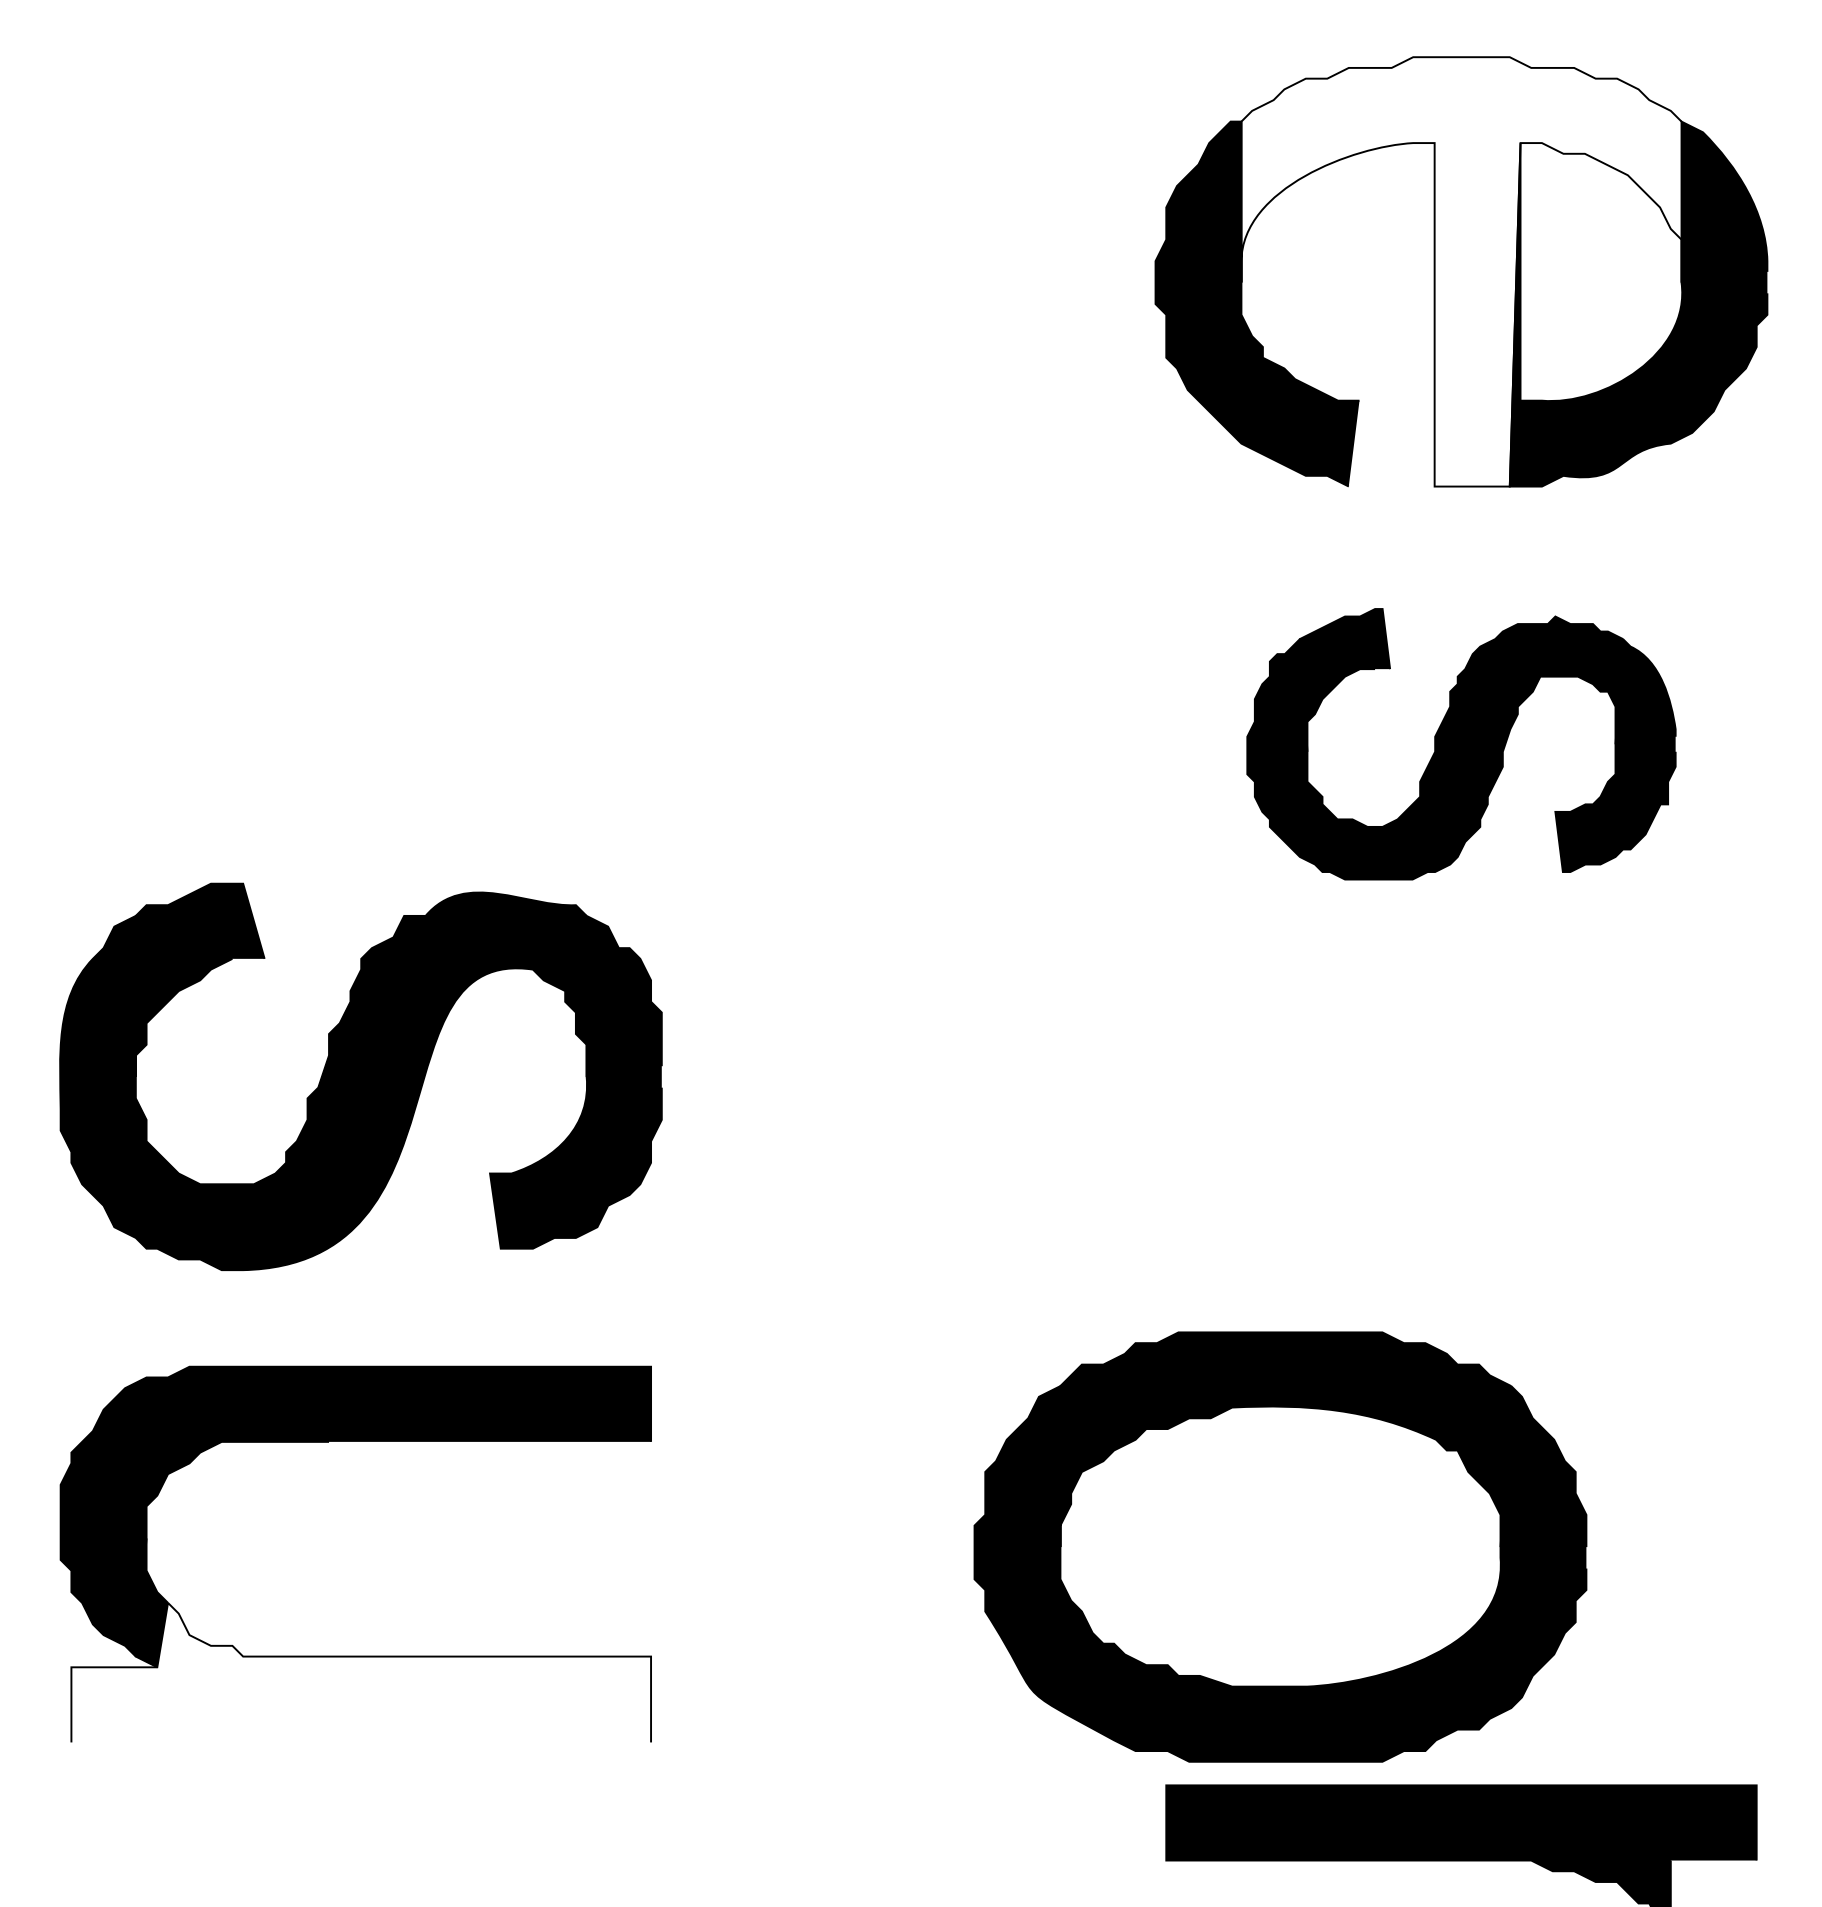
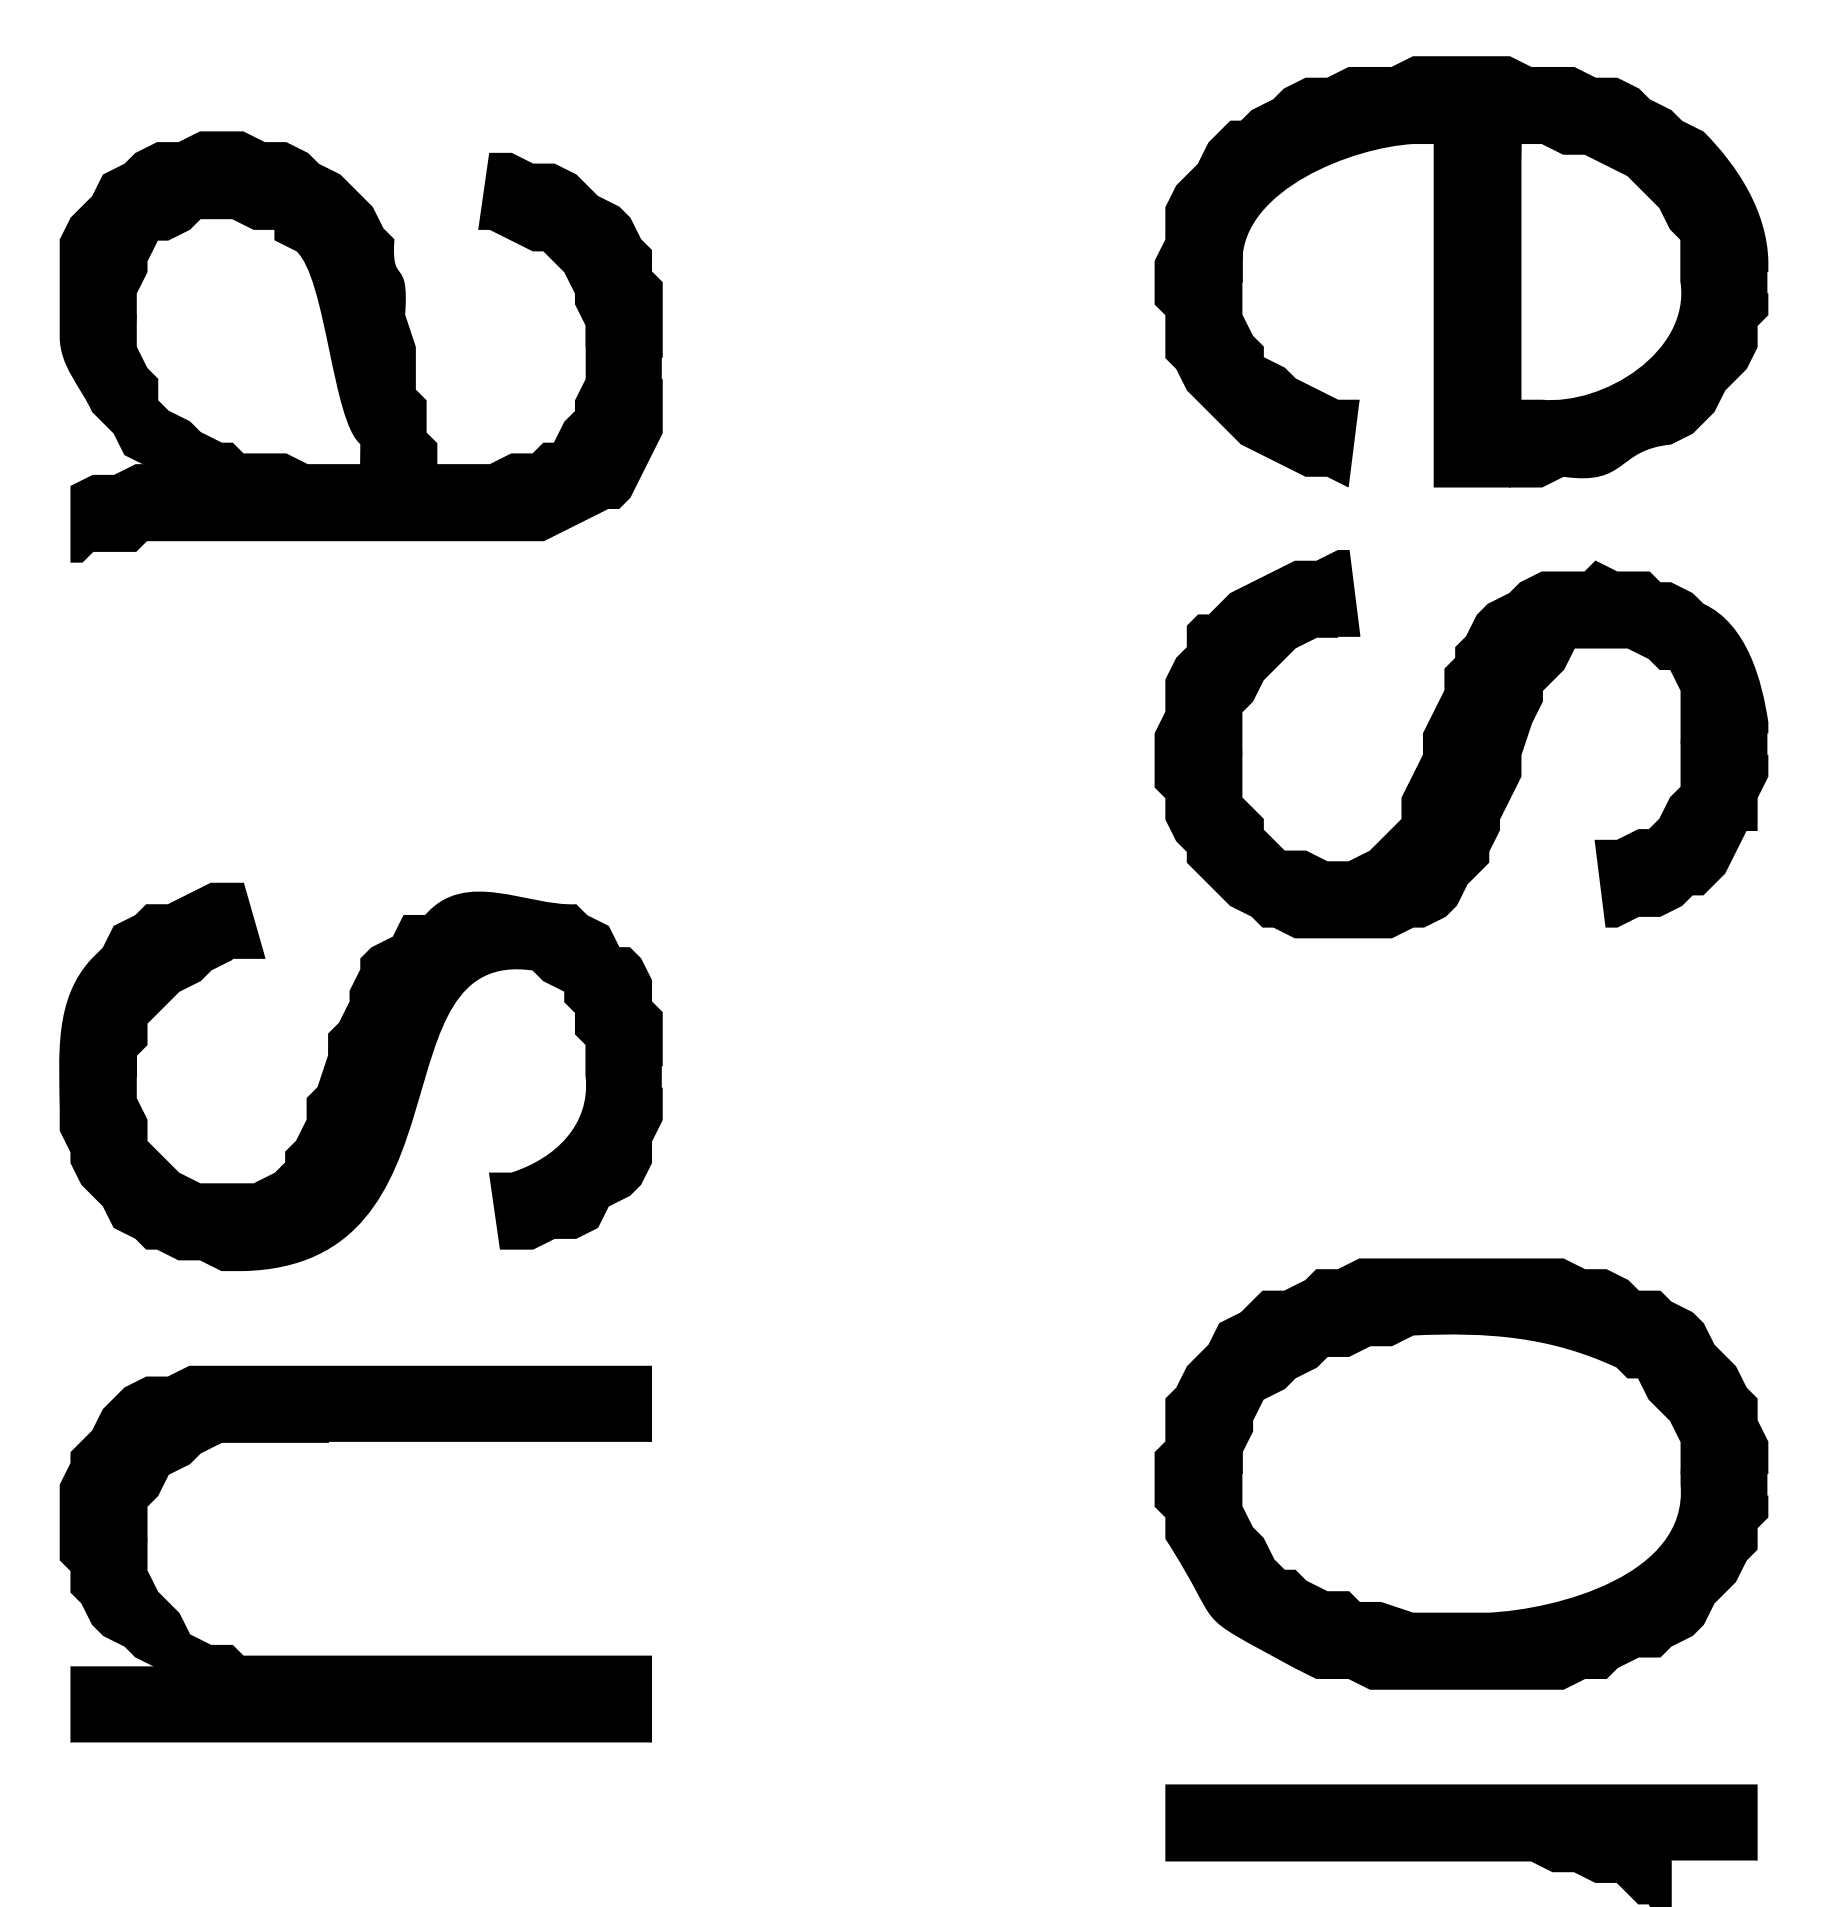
fill at (1461, 271): none -> present
part at (360, 346): none -> present
part at (1461, 744) size: 431x273 px -> 615x389 px
part at (1280, 1546) position: (1280, 1546) -> (1461, 1473)
fill at (361, 1672): none -> present
